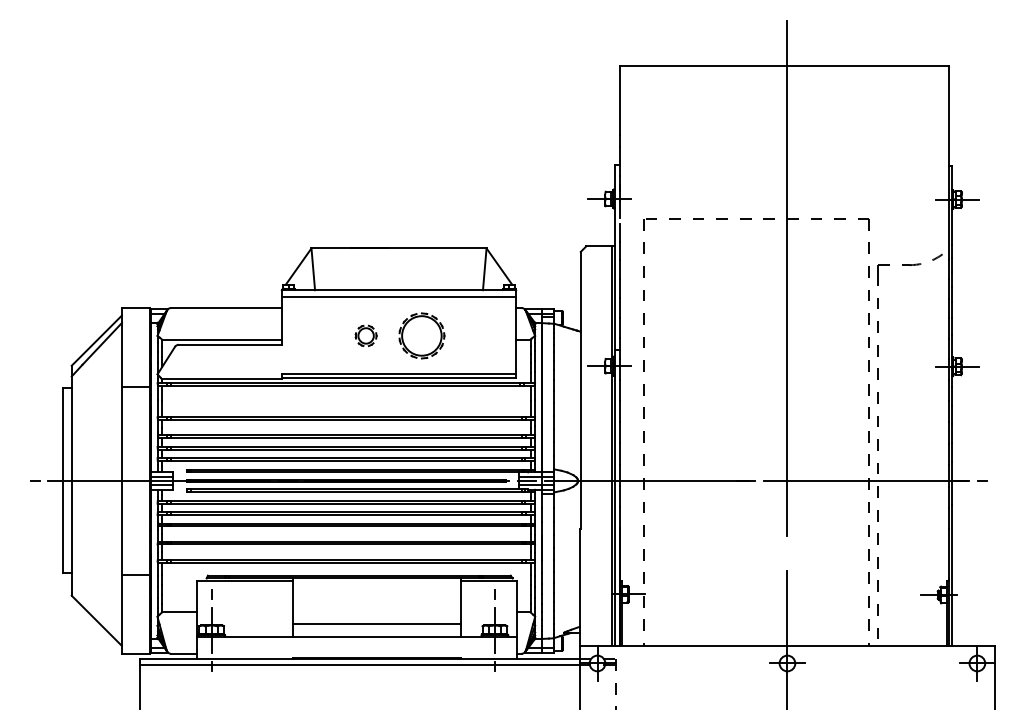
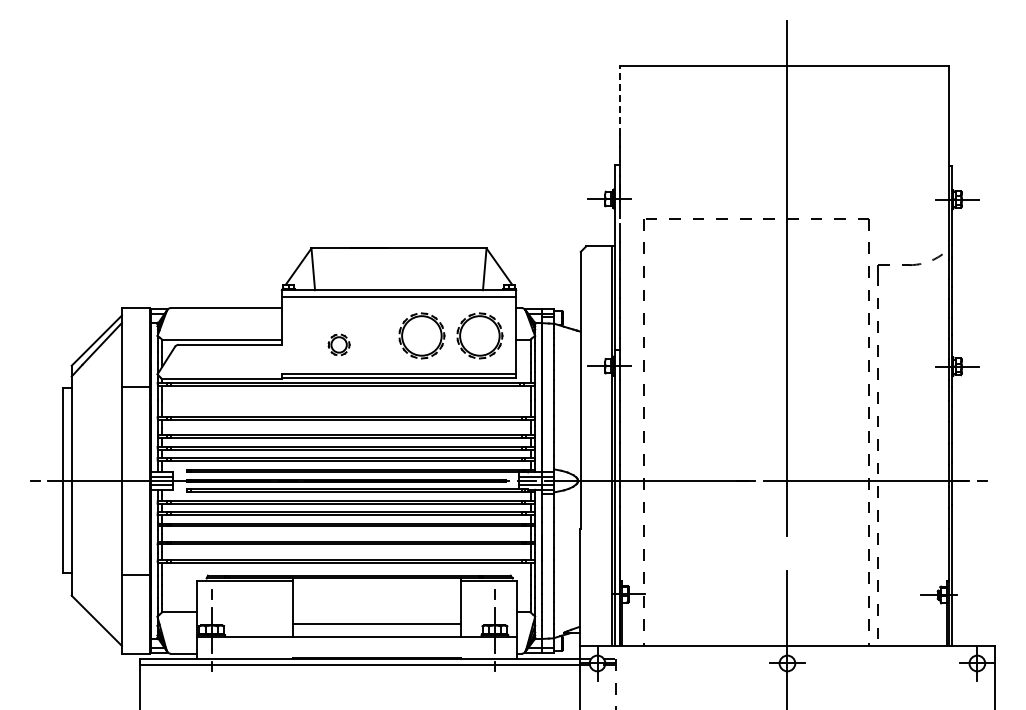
line at (619, 99): solid -> dashed
part at (365, 335) position: (365, 335) -> (338, 344)
part at (479, 335): none -> present
